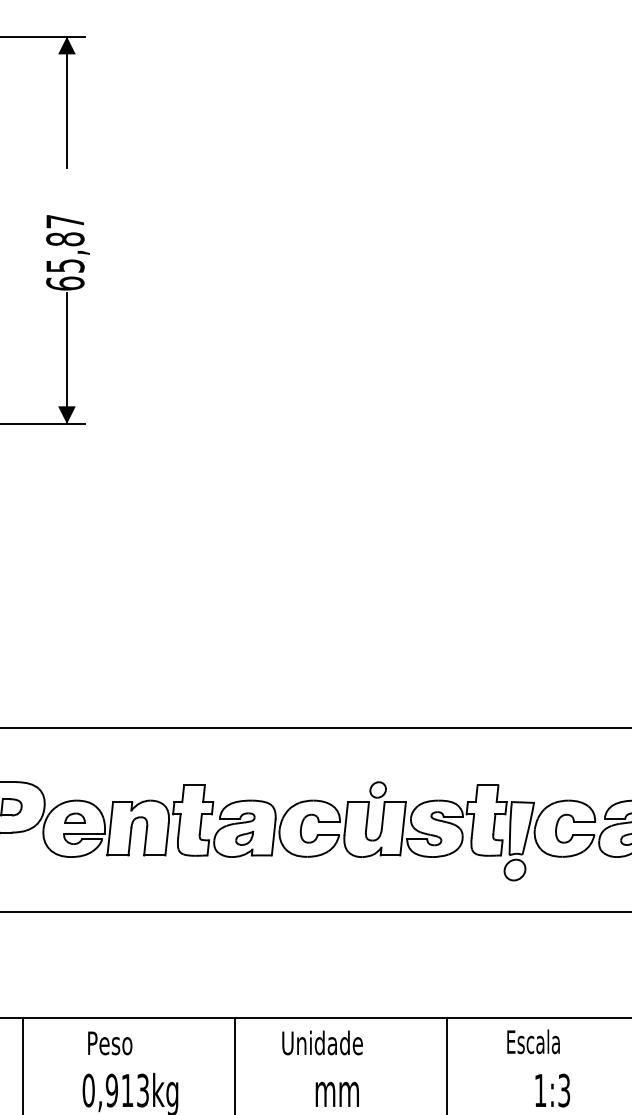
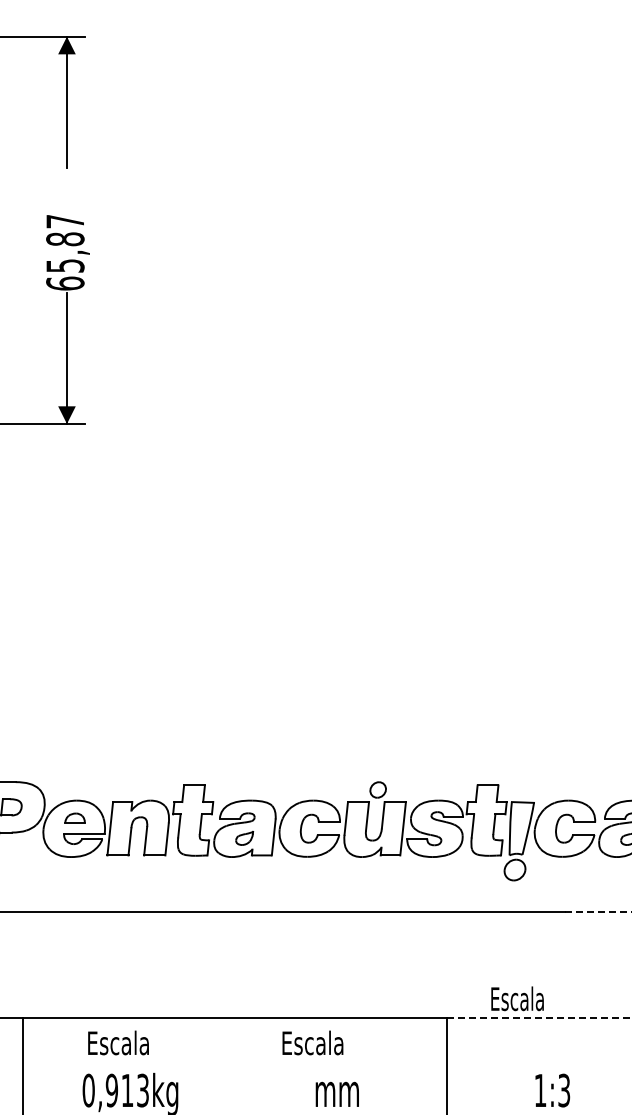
line at (315, 728): present -> none
line at (599, 912): solid -> dashed
line at (539, 1018): solid -> dashed
text at (533, 1041) position: (533, 1041) -> (517, 998)
text at (119, 1042): Peso -> Escala
text at (322, 1042): Unidade -> Escala
line at (234, 1064): present -> none
